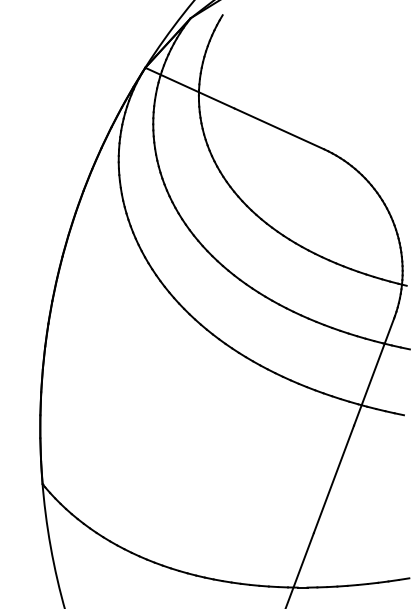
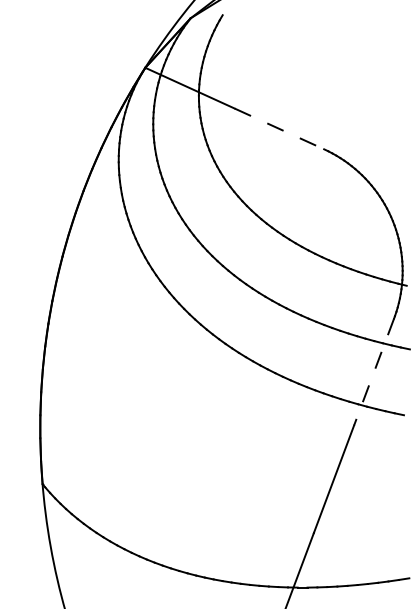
line at (279, 129): solid -> dashed
line at (373, 372): solid -> dashed
